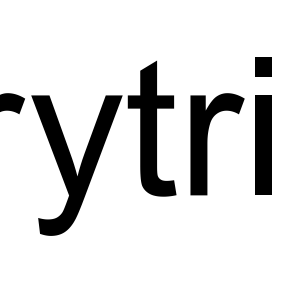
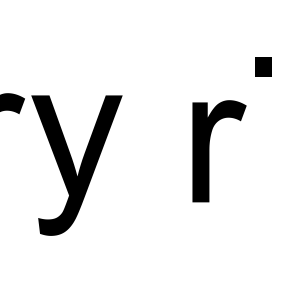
fill at (151, 128): present -> none
part at (207, 144) position: (207, 144) -> (209, 151)
fill at (262, 145): present -> none
